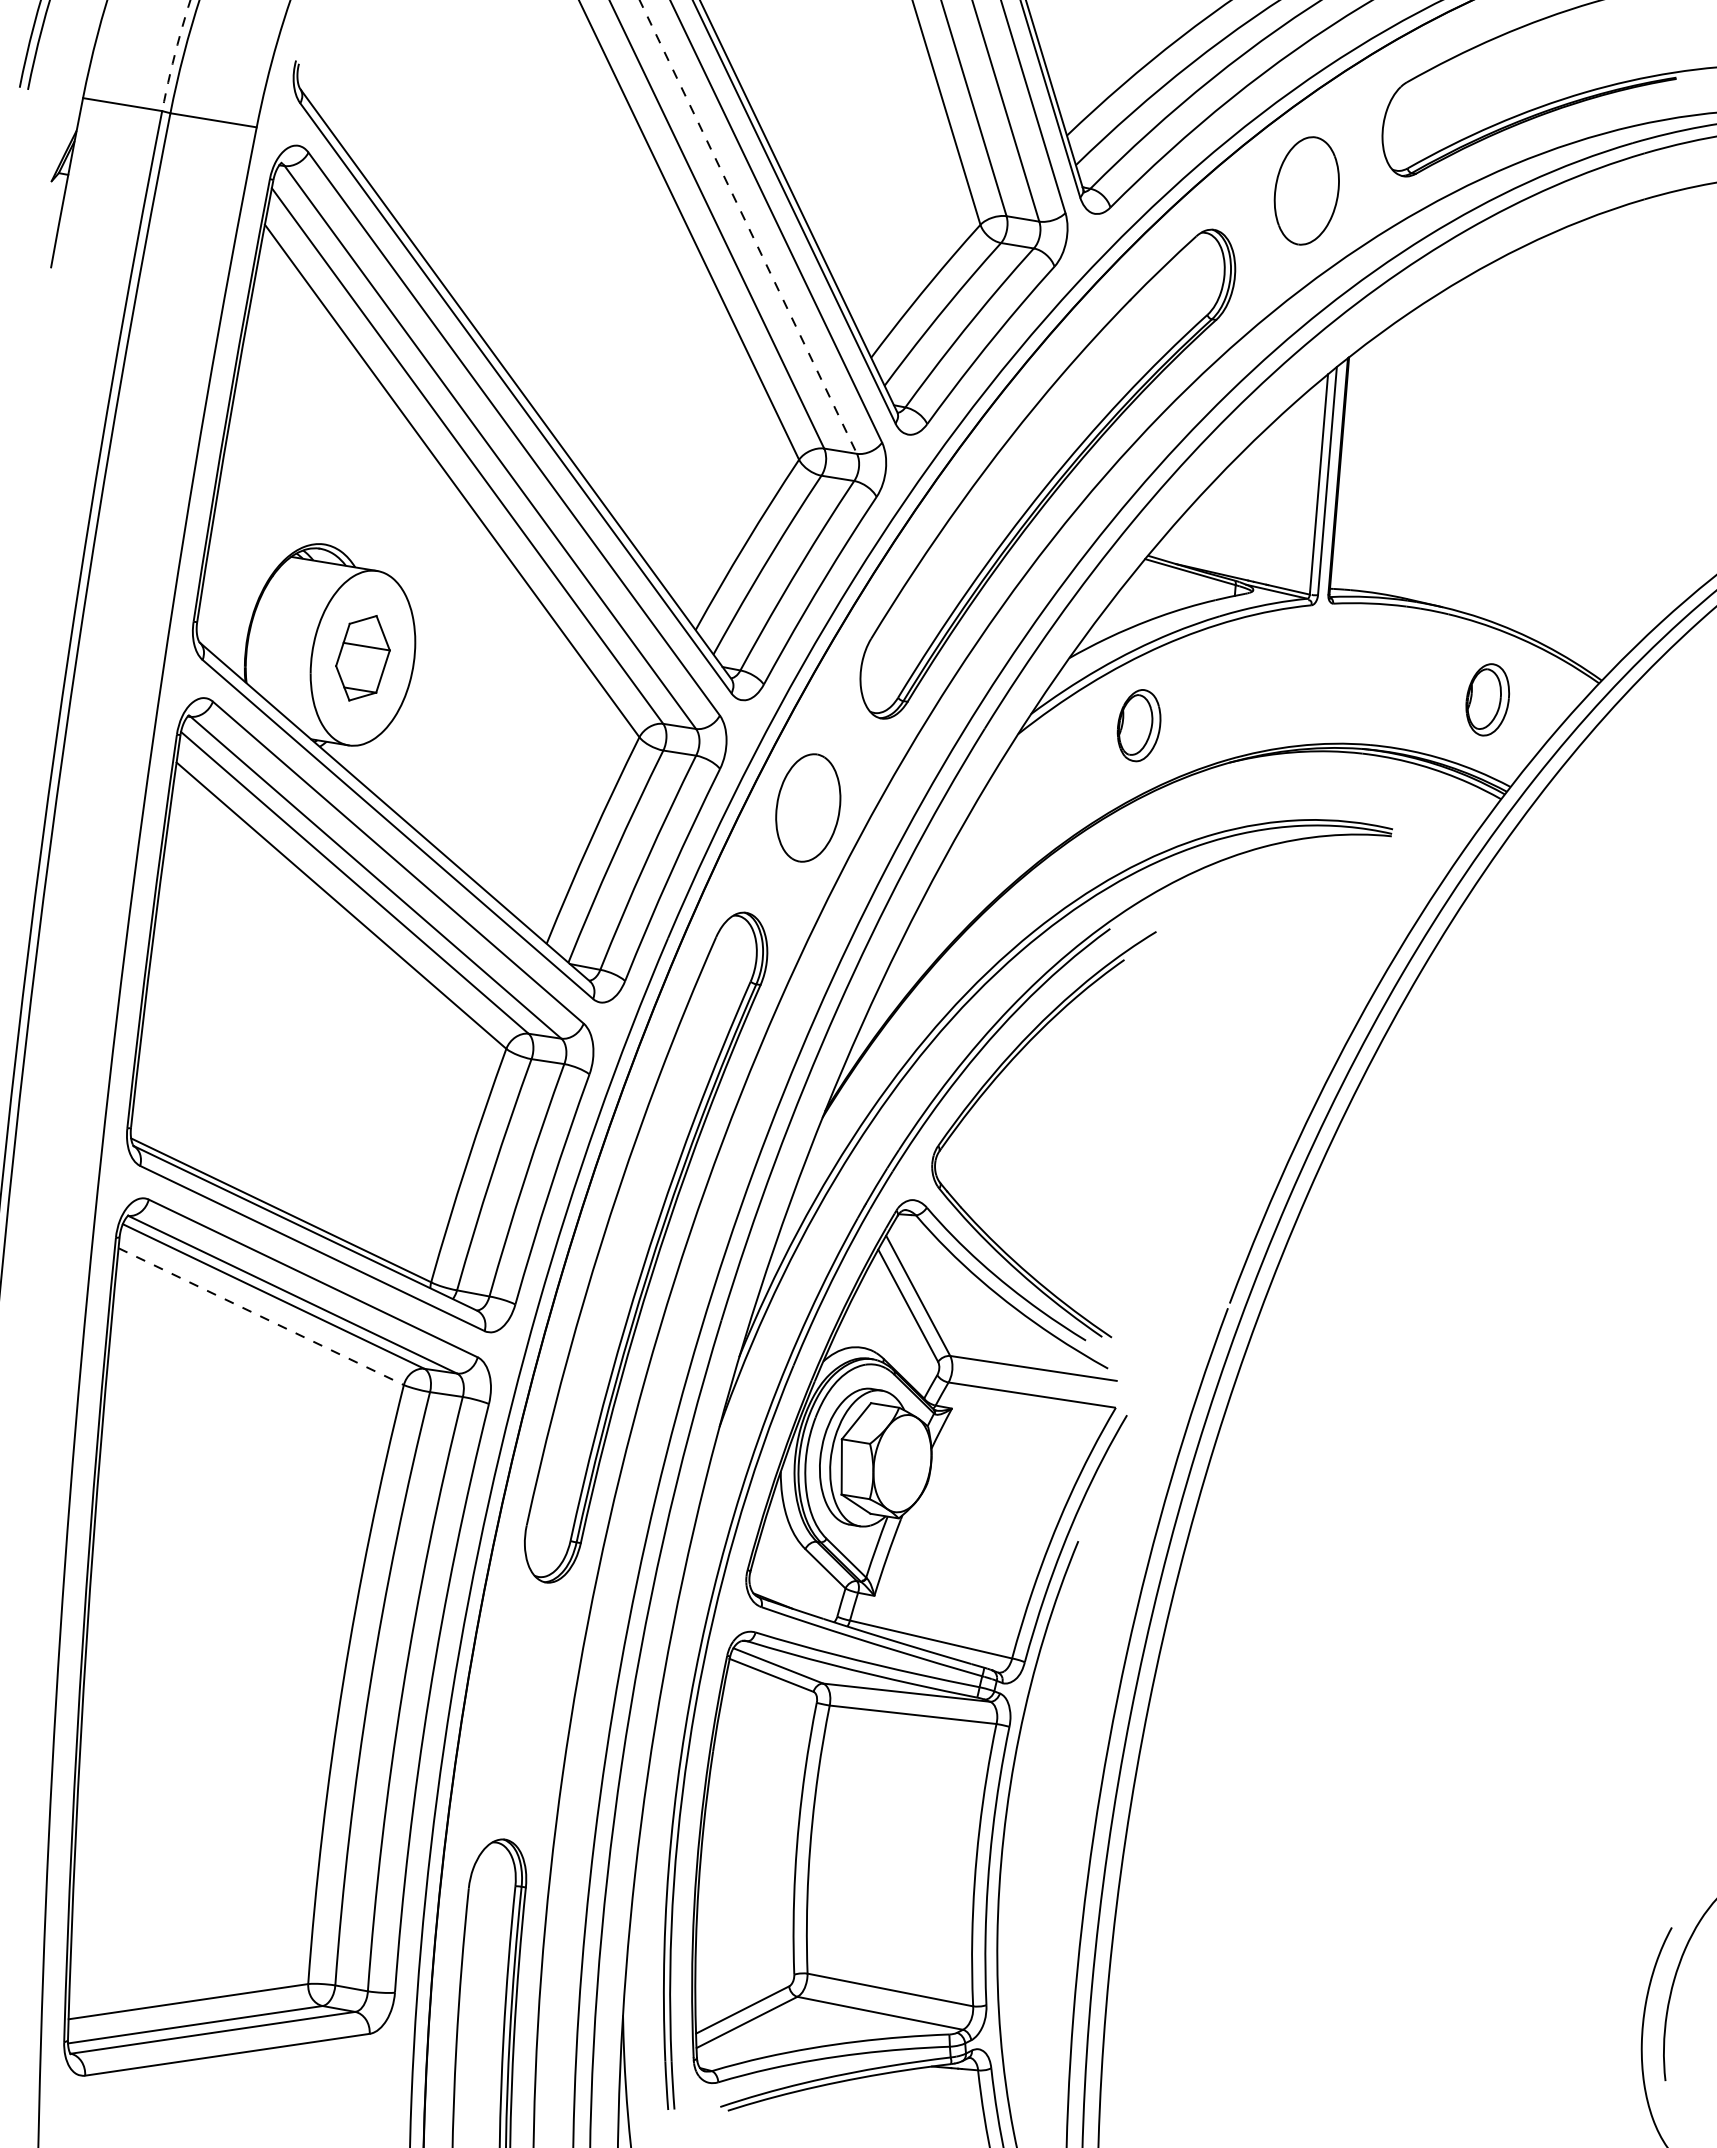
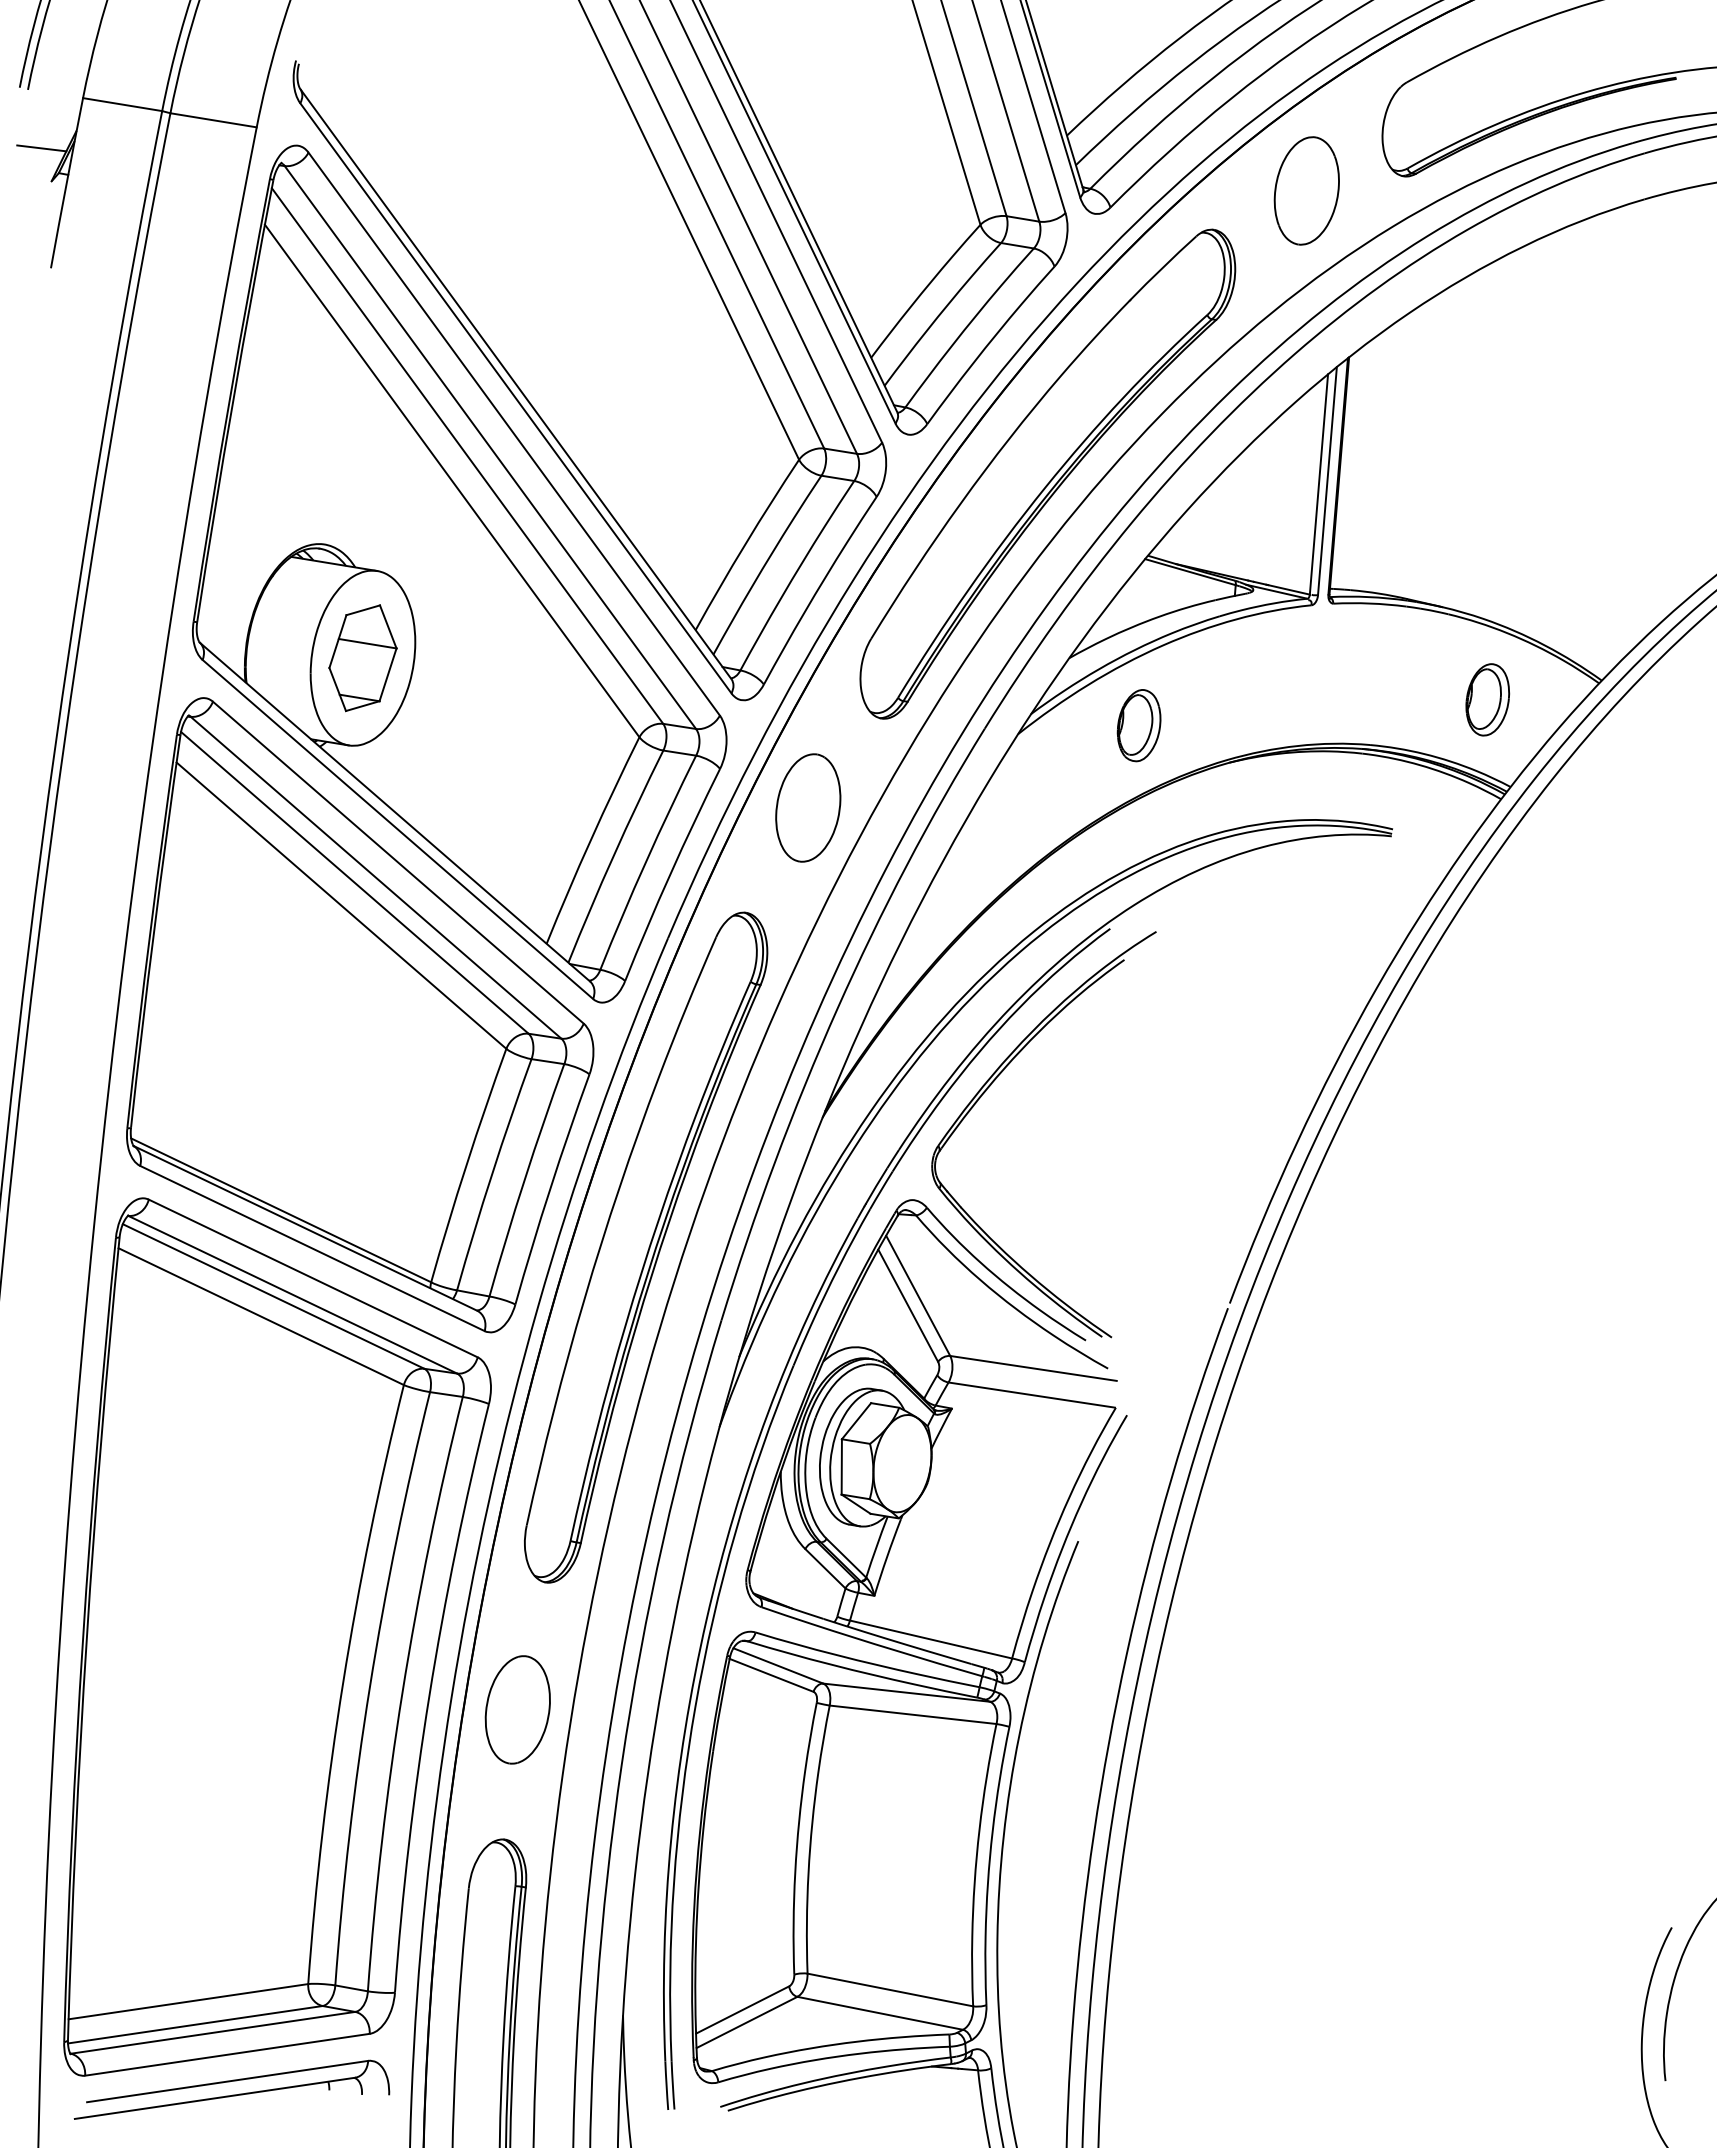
arc at (174, 55): dashed -> solid
line at (41, 148): none -> present
line at (748, 227): dashed -> solid
part at (362, 658) size: 56x87 px -> 70x109 px
line at (261, 1316): dashed -> solid
part at (517, 1709): none -> present
part at (231, 2089): none -> present
